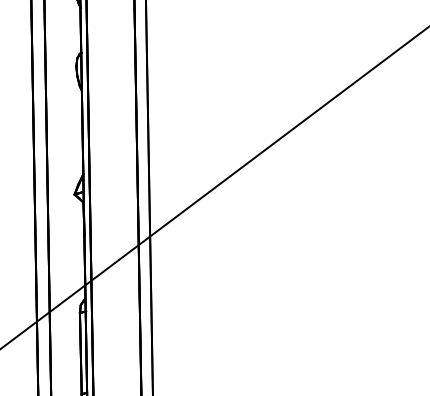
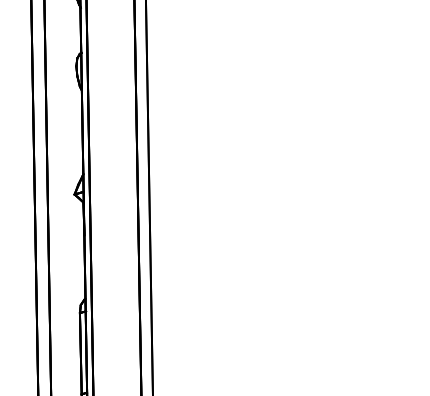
line at (214, 187): present -> none
